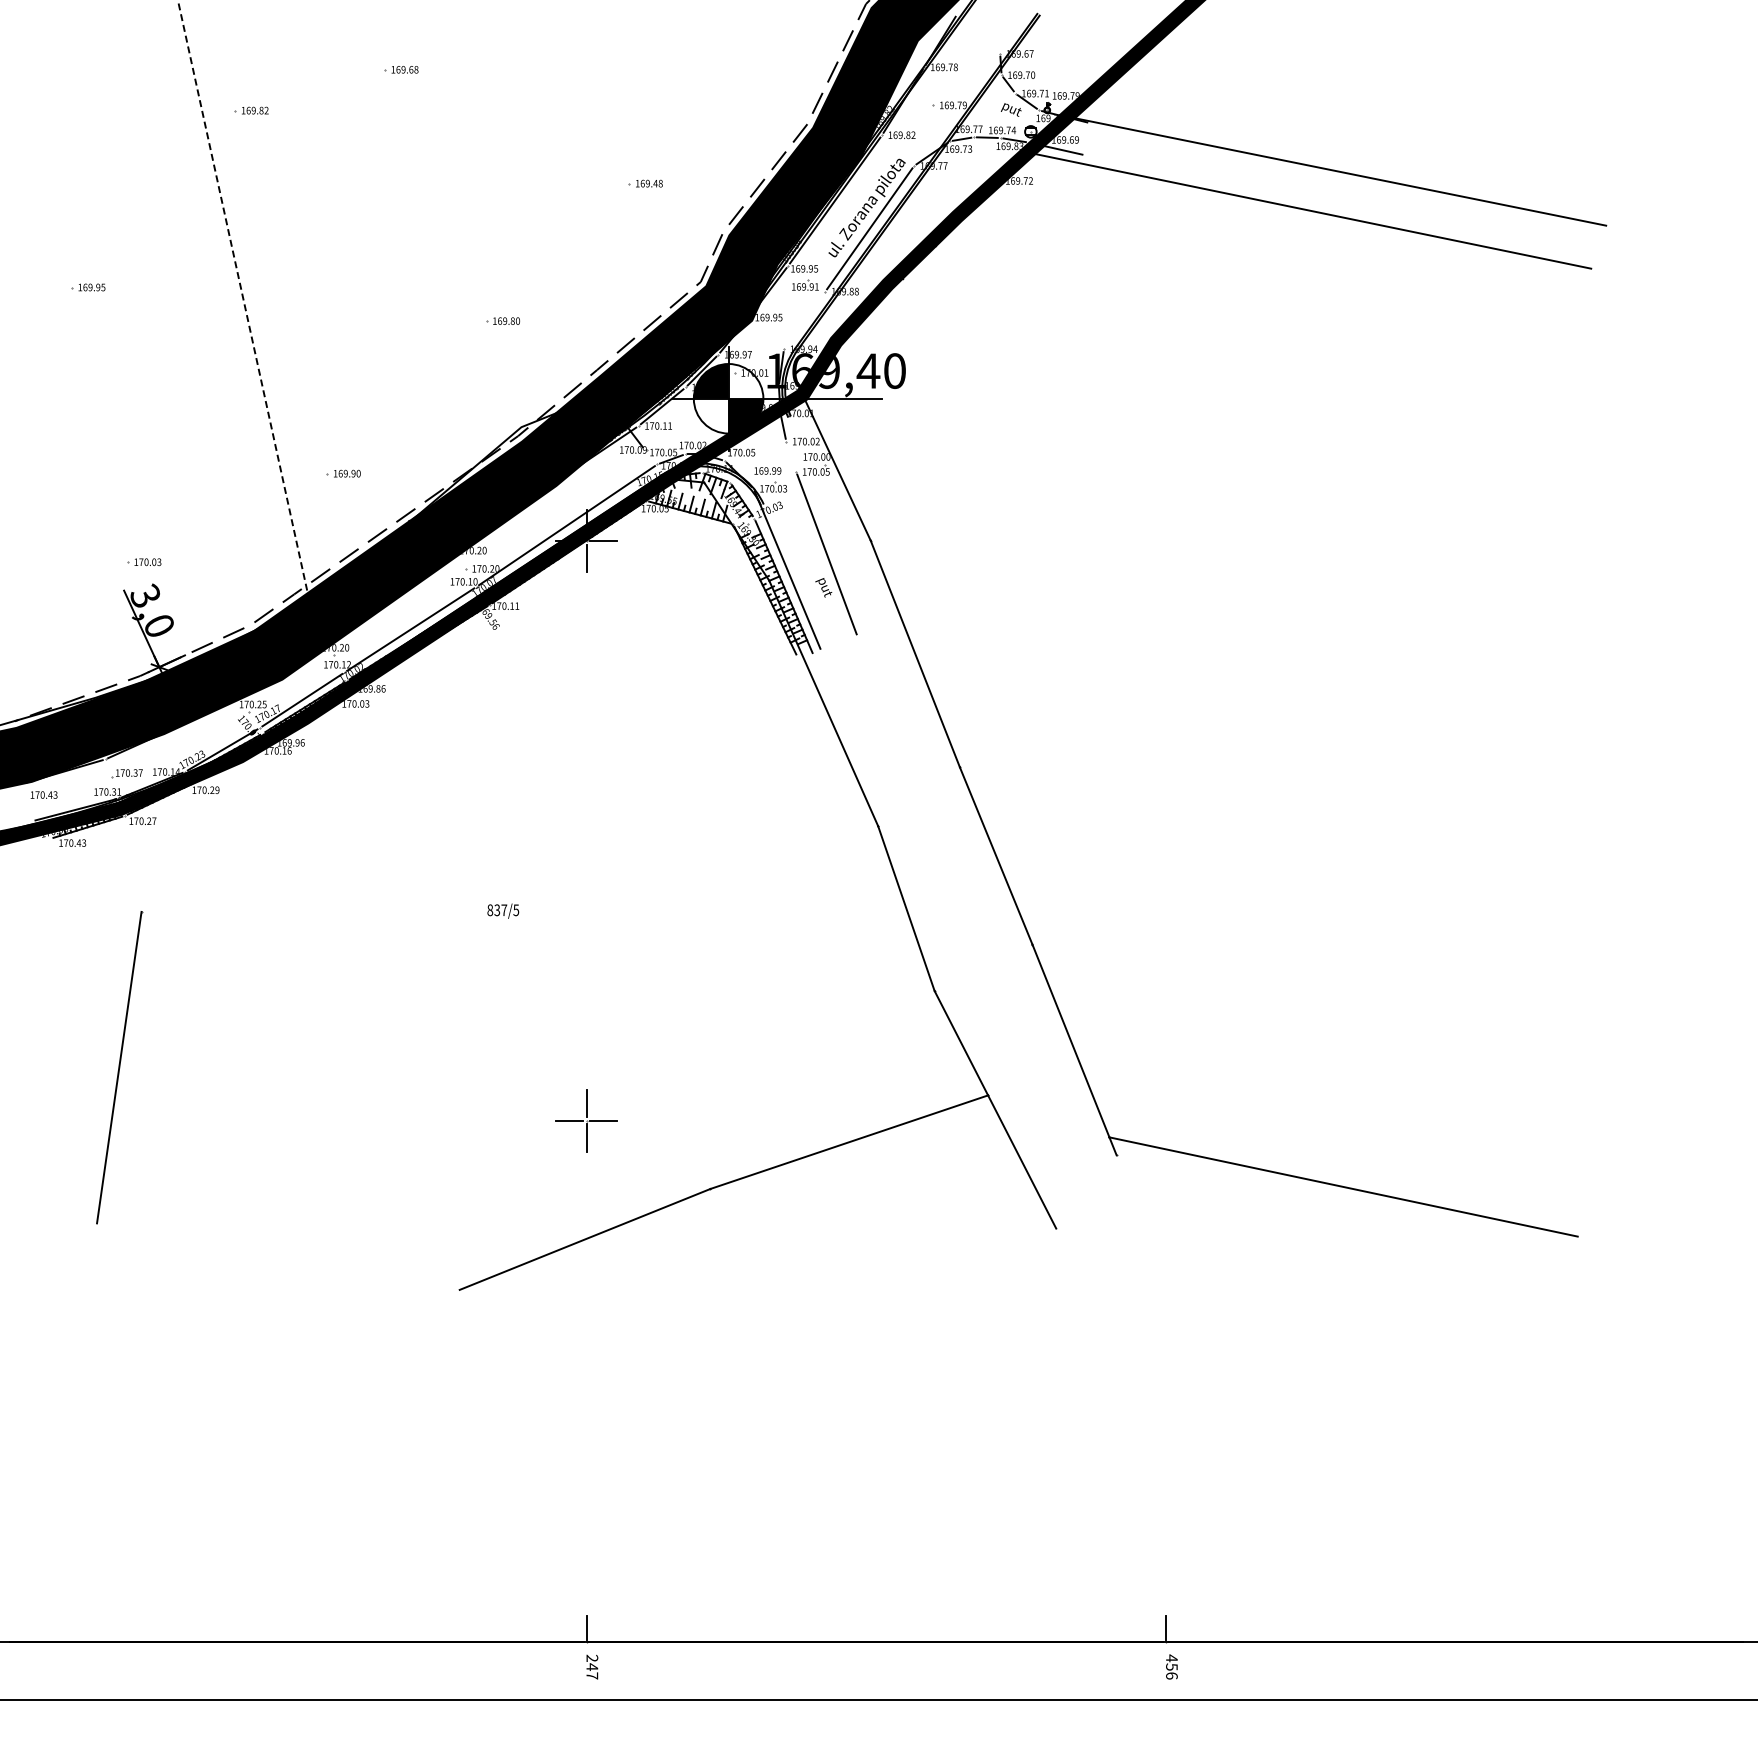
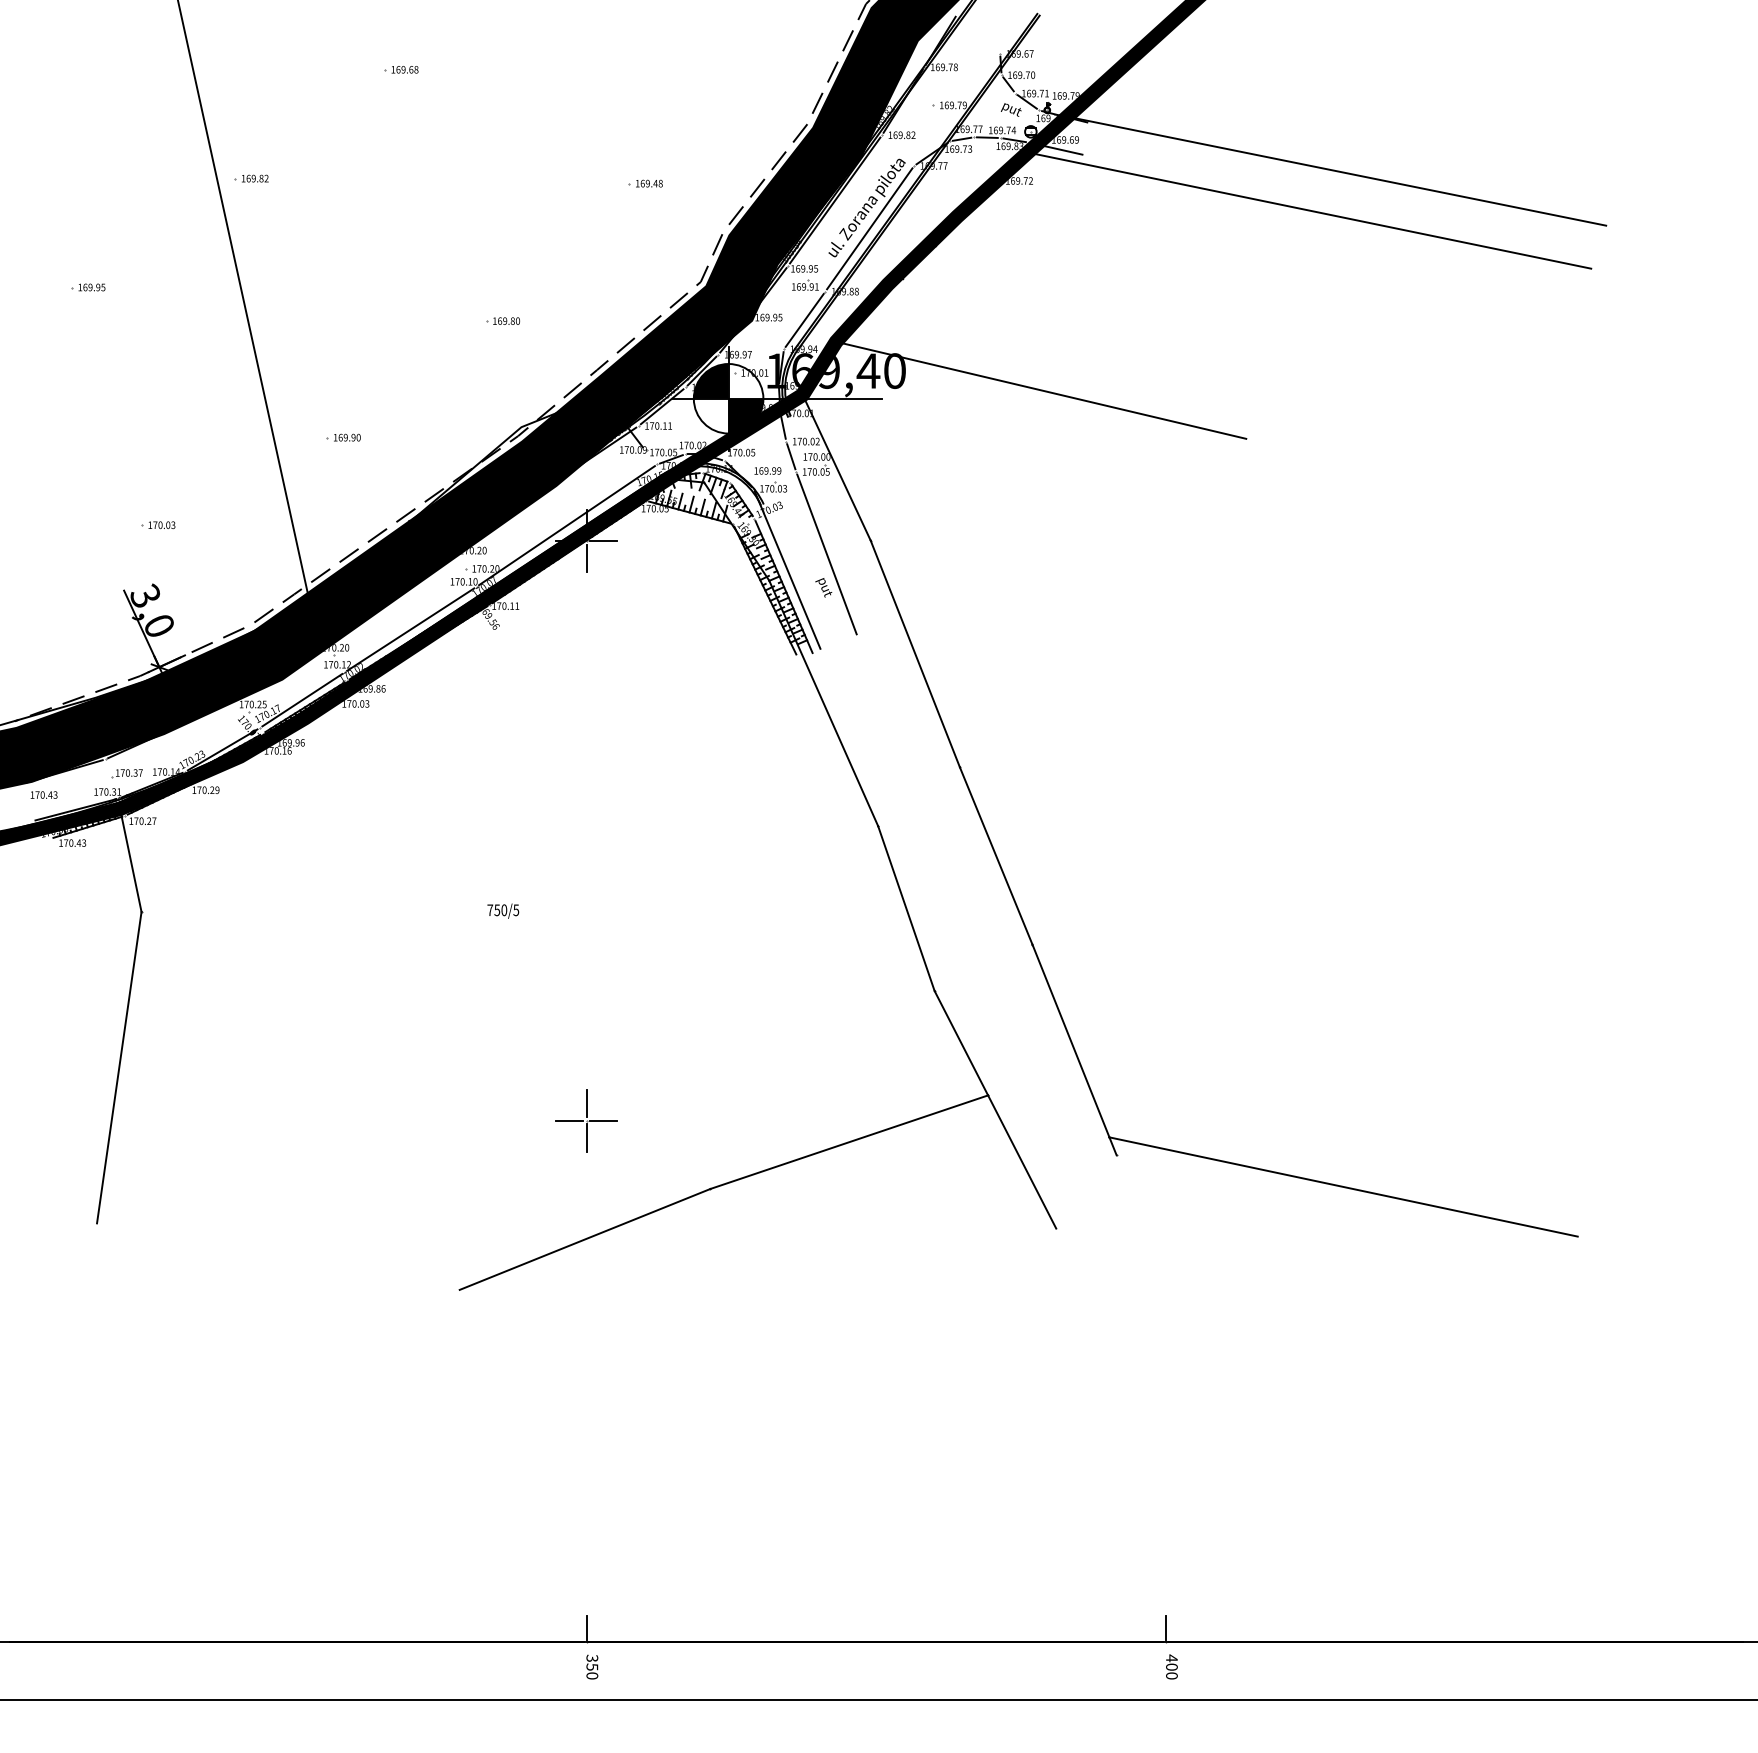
part at (251, 110) position: (251, 110) -> (251, 178)
line at (246, 311): dashed -> solid
line at (804, 319): none -> present
line at (1041, 389): none -> present
line at (791, 456): none -> present
part at (343, 473) position: (343, 473) -> (343, 437)
part at (144, 562) position: (144, 562) -> (158, 525)
line at (130, 859): none -> present
text at (497, 910): 837/5 -> 750/5
text at (592, 1666): 247 -> 350
text at (1171, 1671): 456 -> 400
